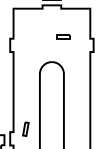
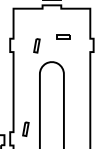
part at (36, 45): none -> present
